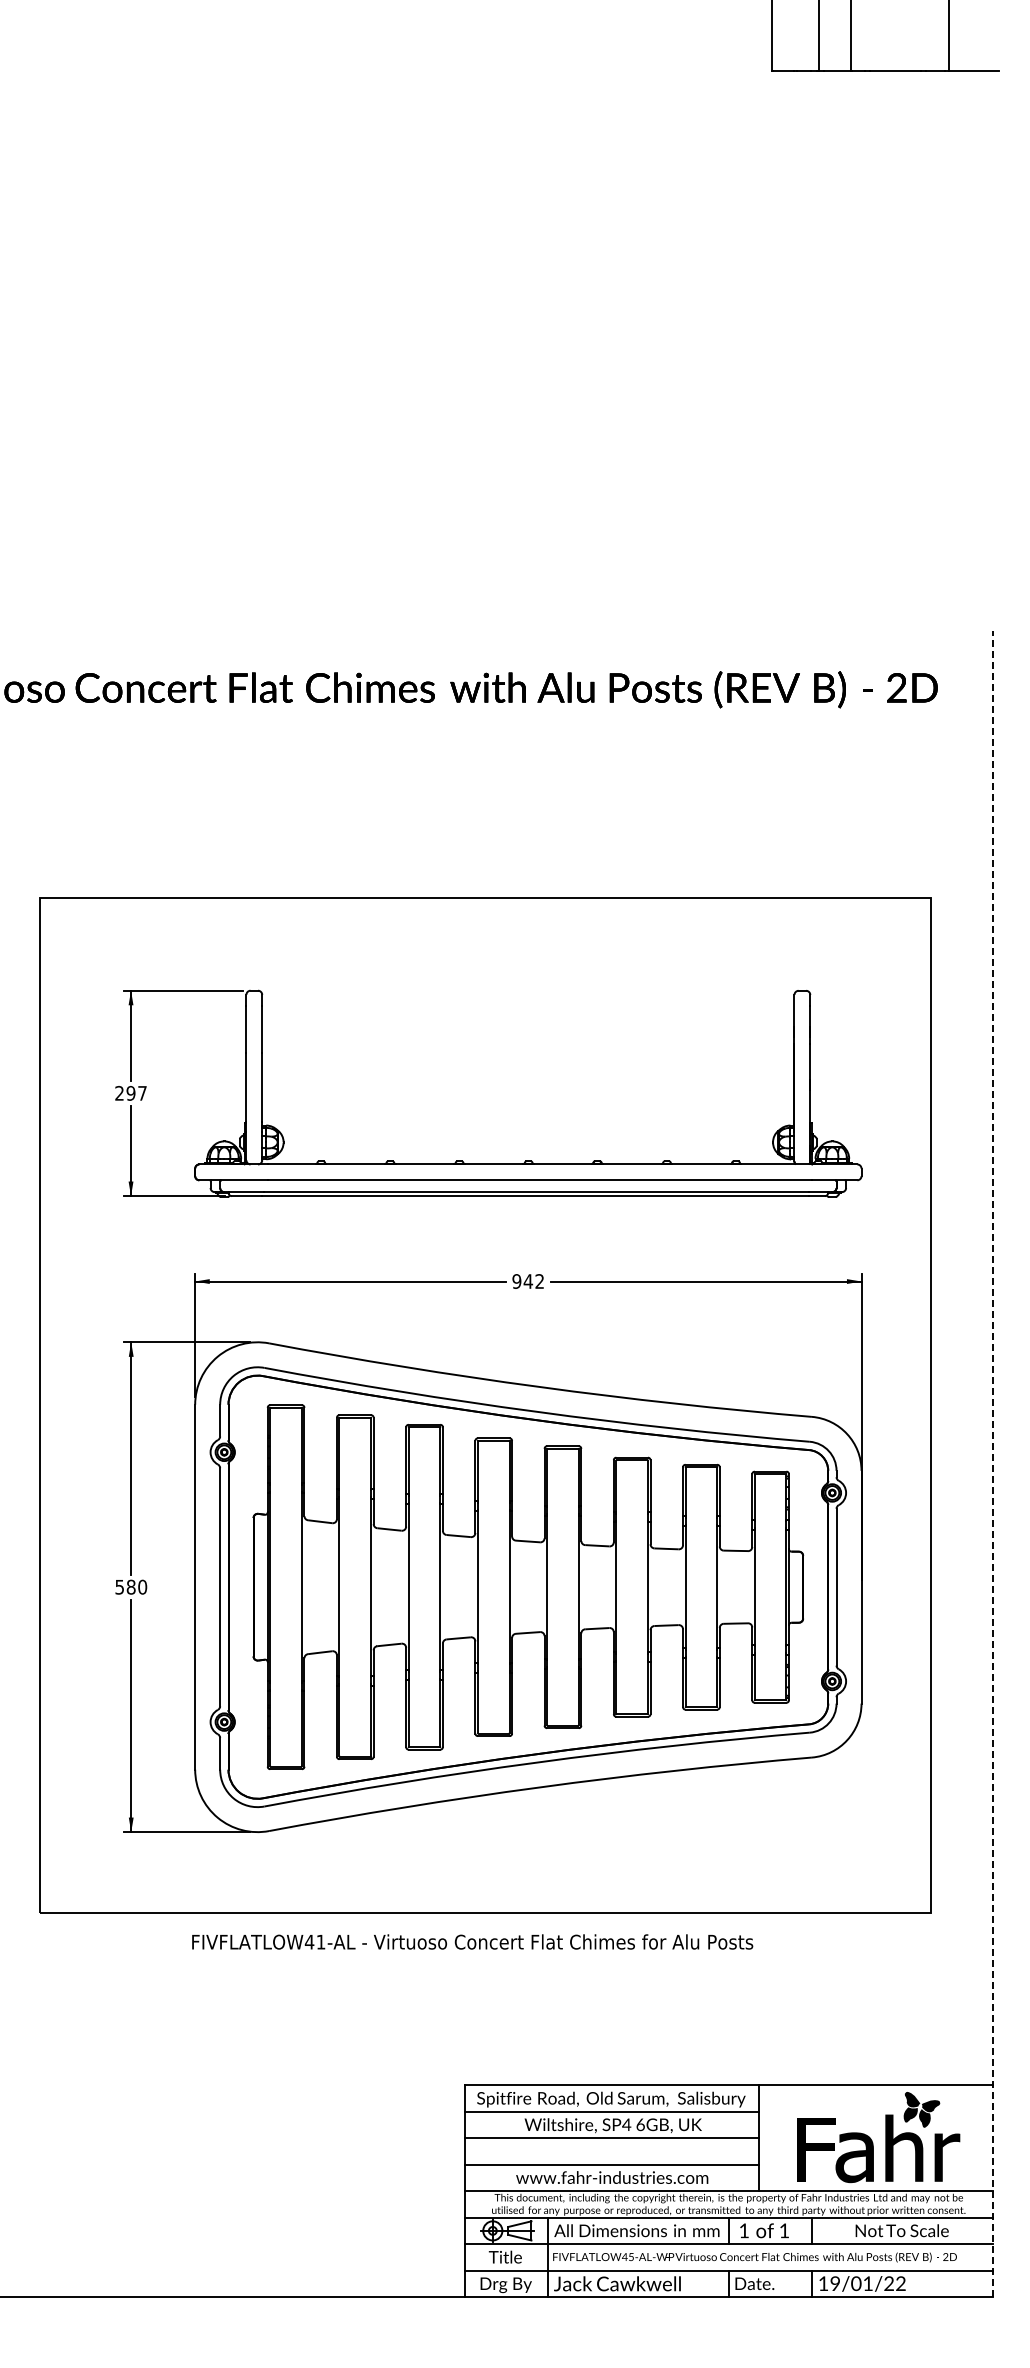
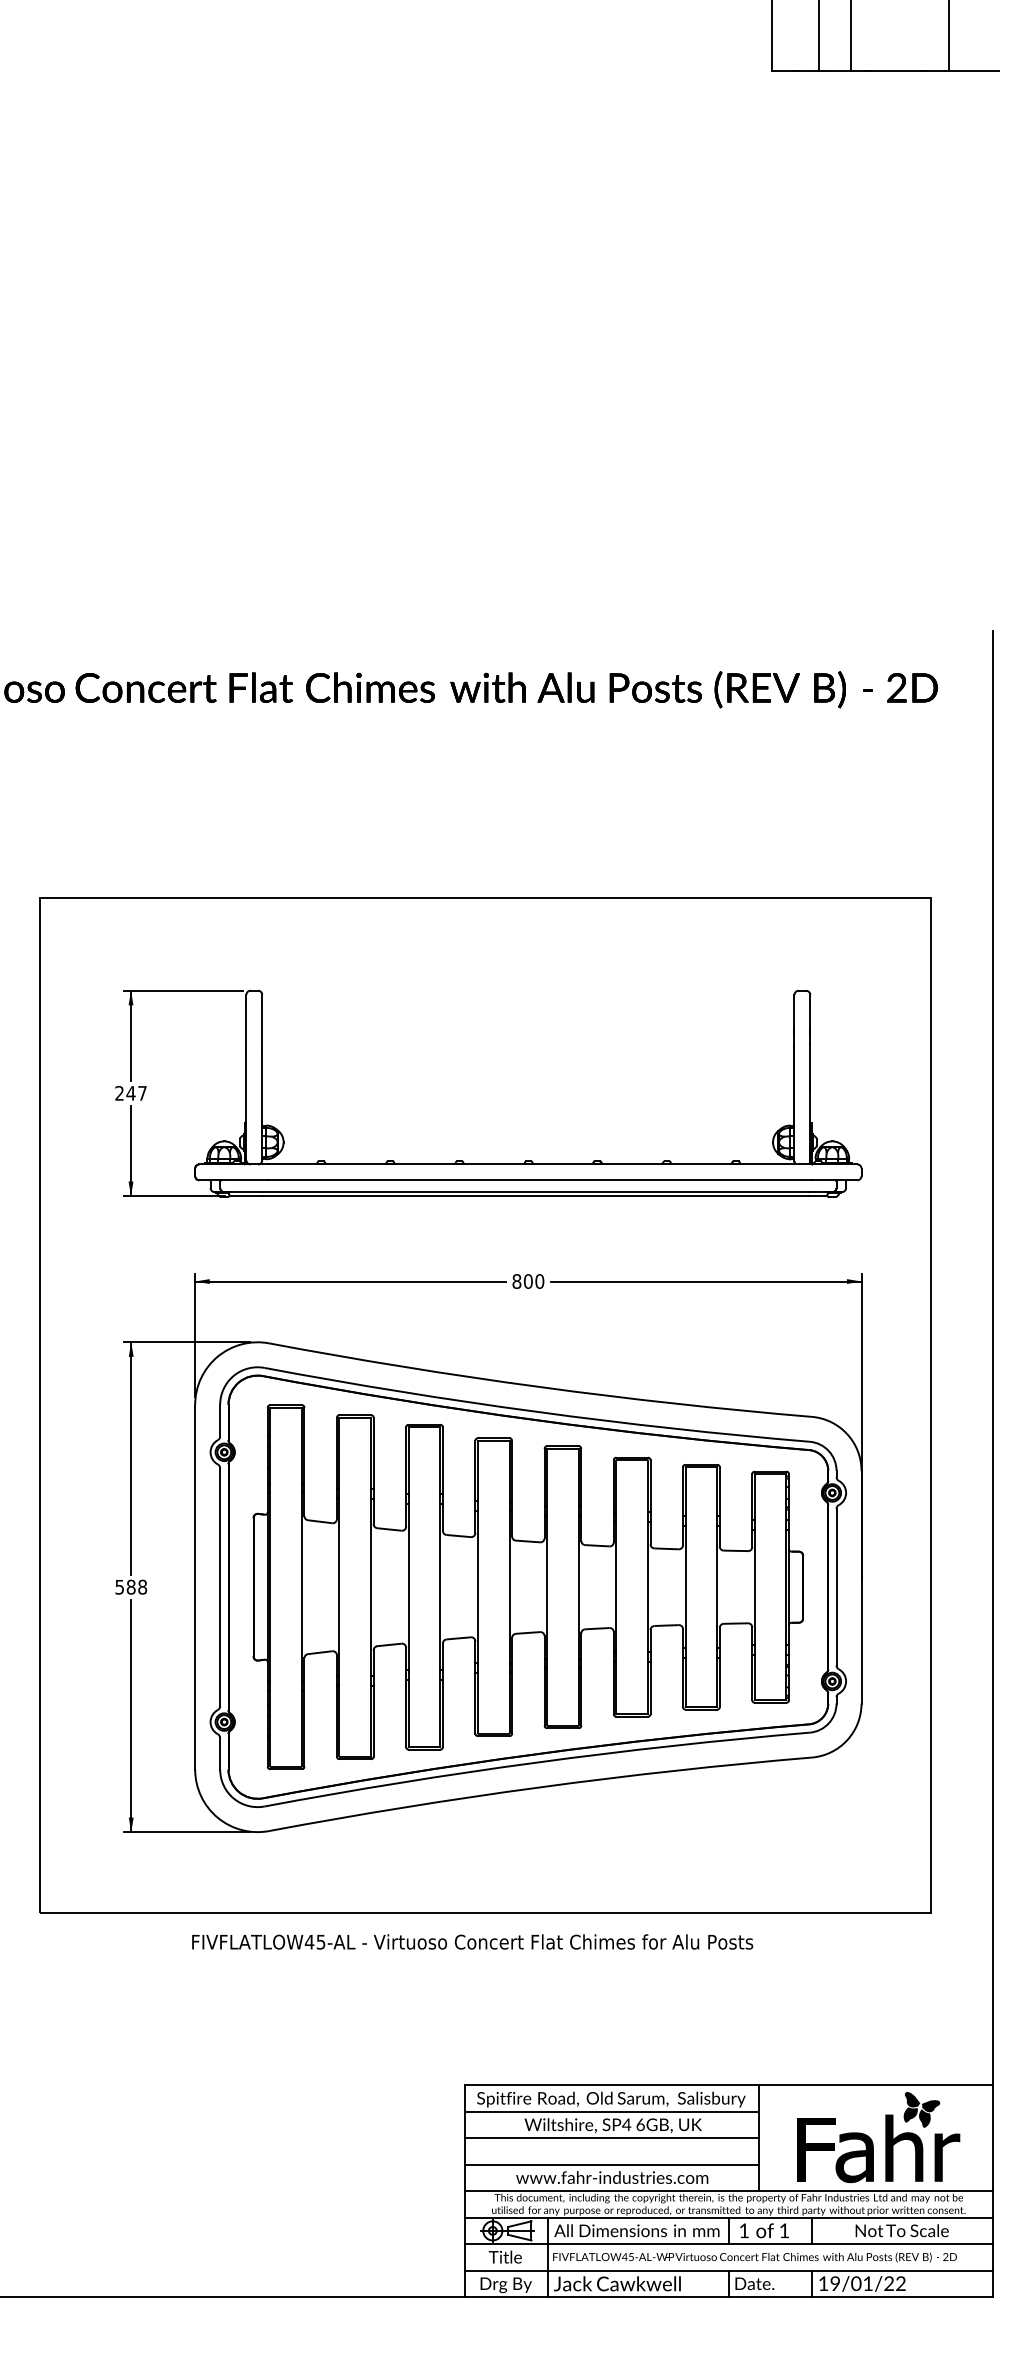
text at (130, 1092): 297 -> 247
text at (528, 1281): 942 -> 800
line at (993, 1464): dashed -> solid
text at (142, 1587): 580 -> 588
text at (320, 1941): FIVFLATLOW41-AL -> FIVFLATLOW45-AL
